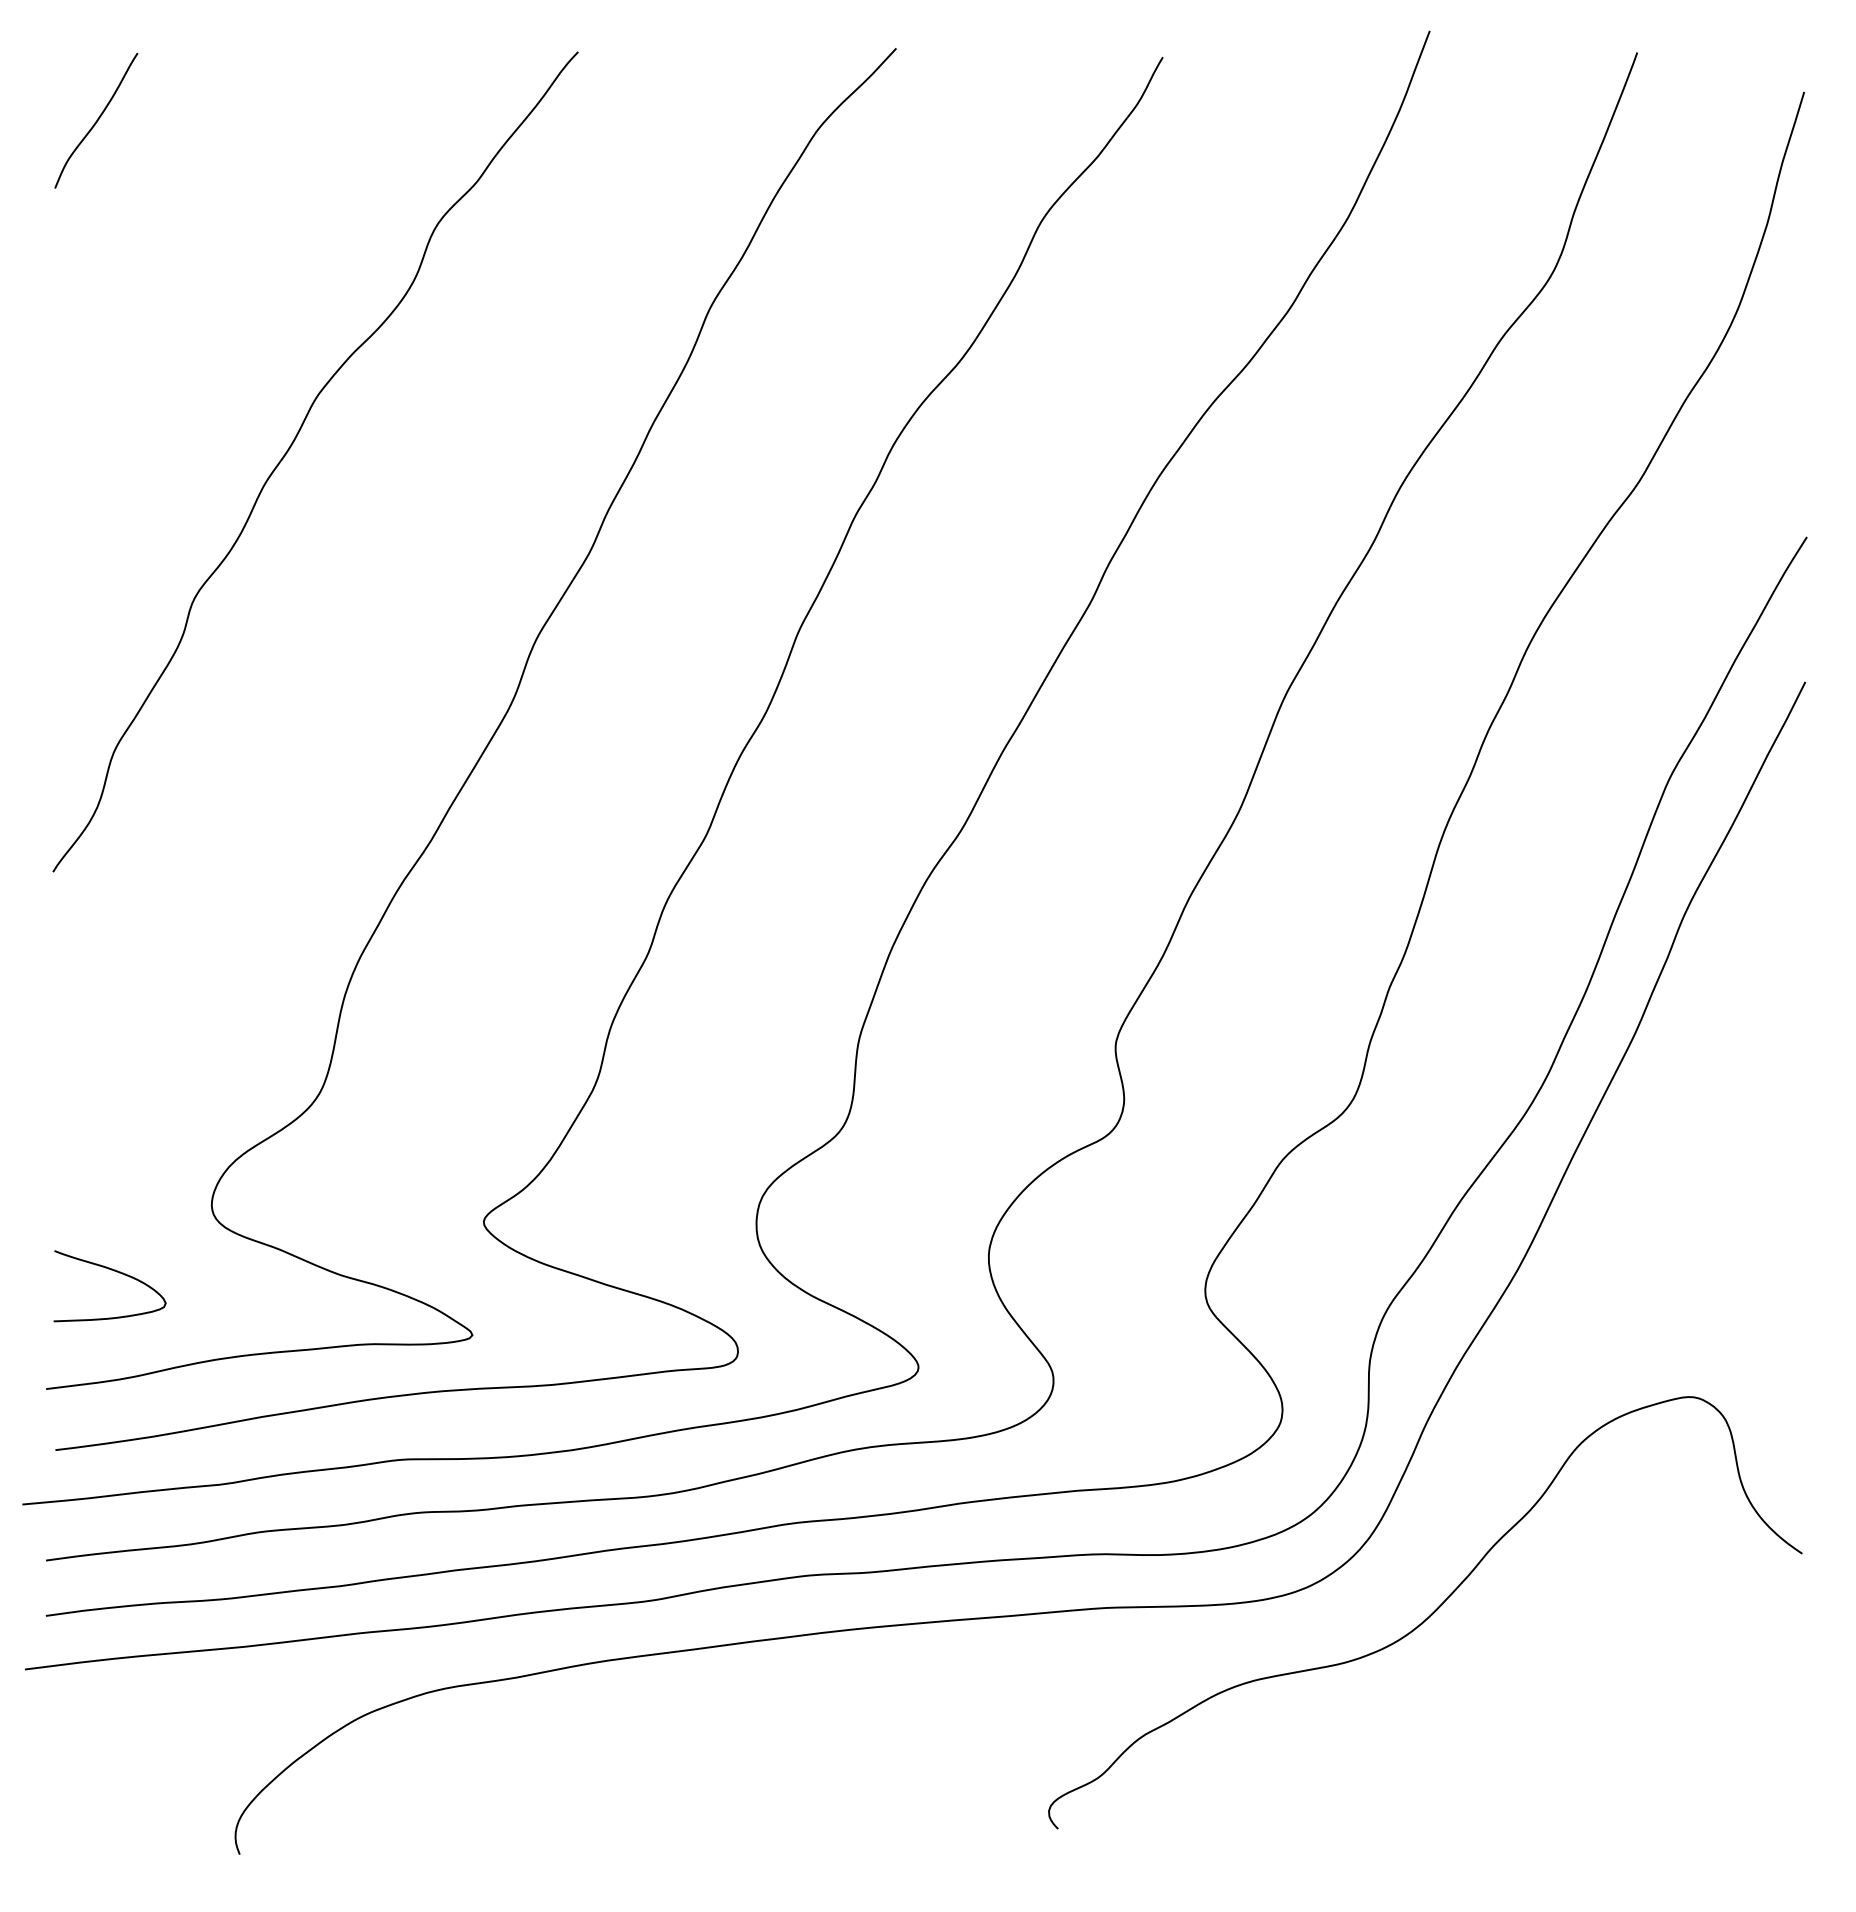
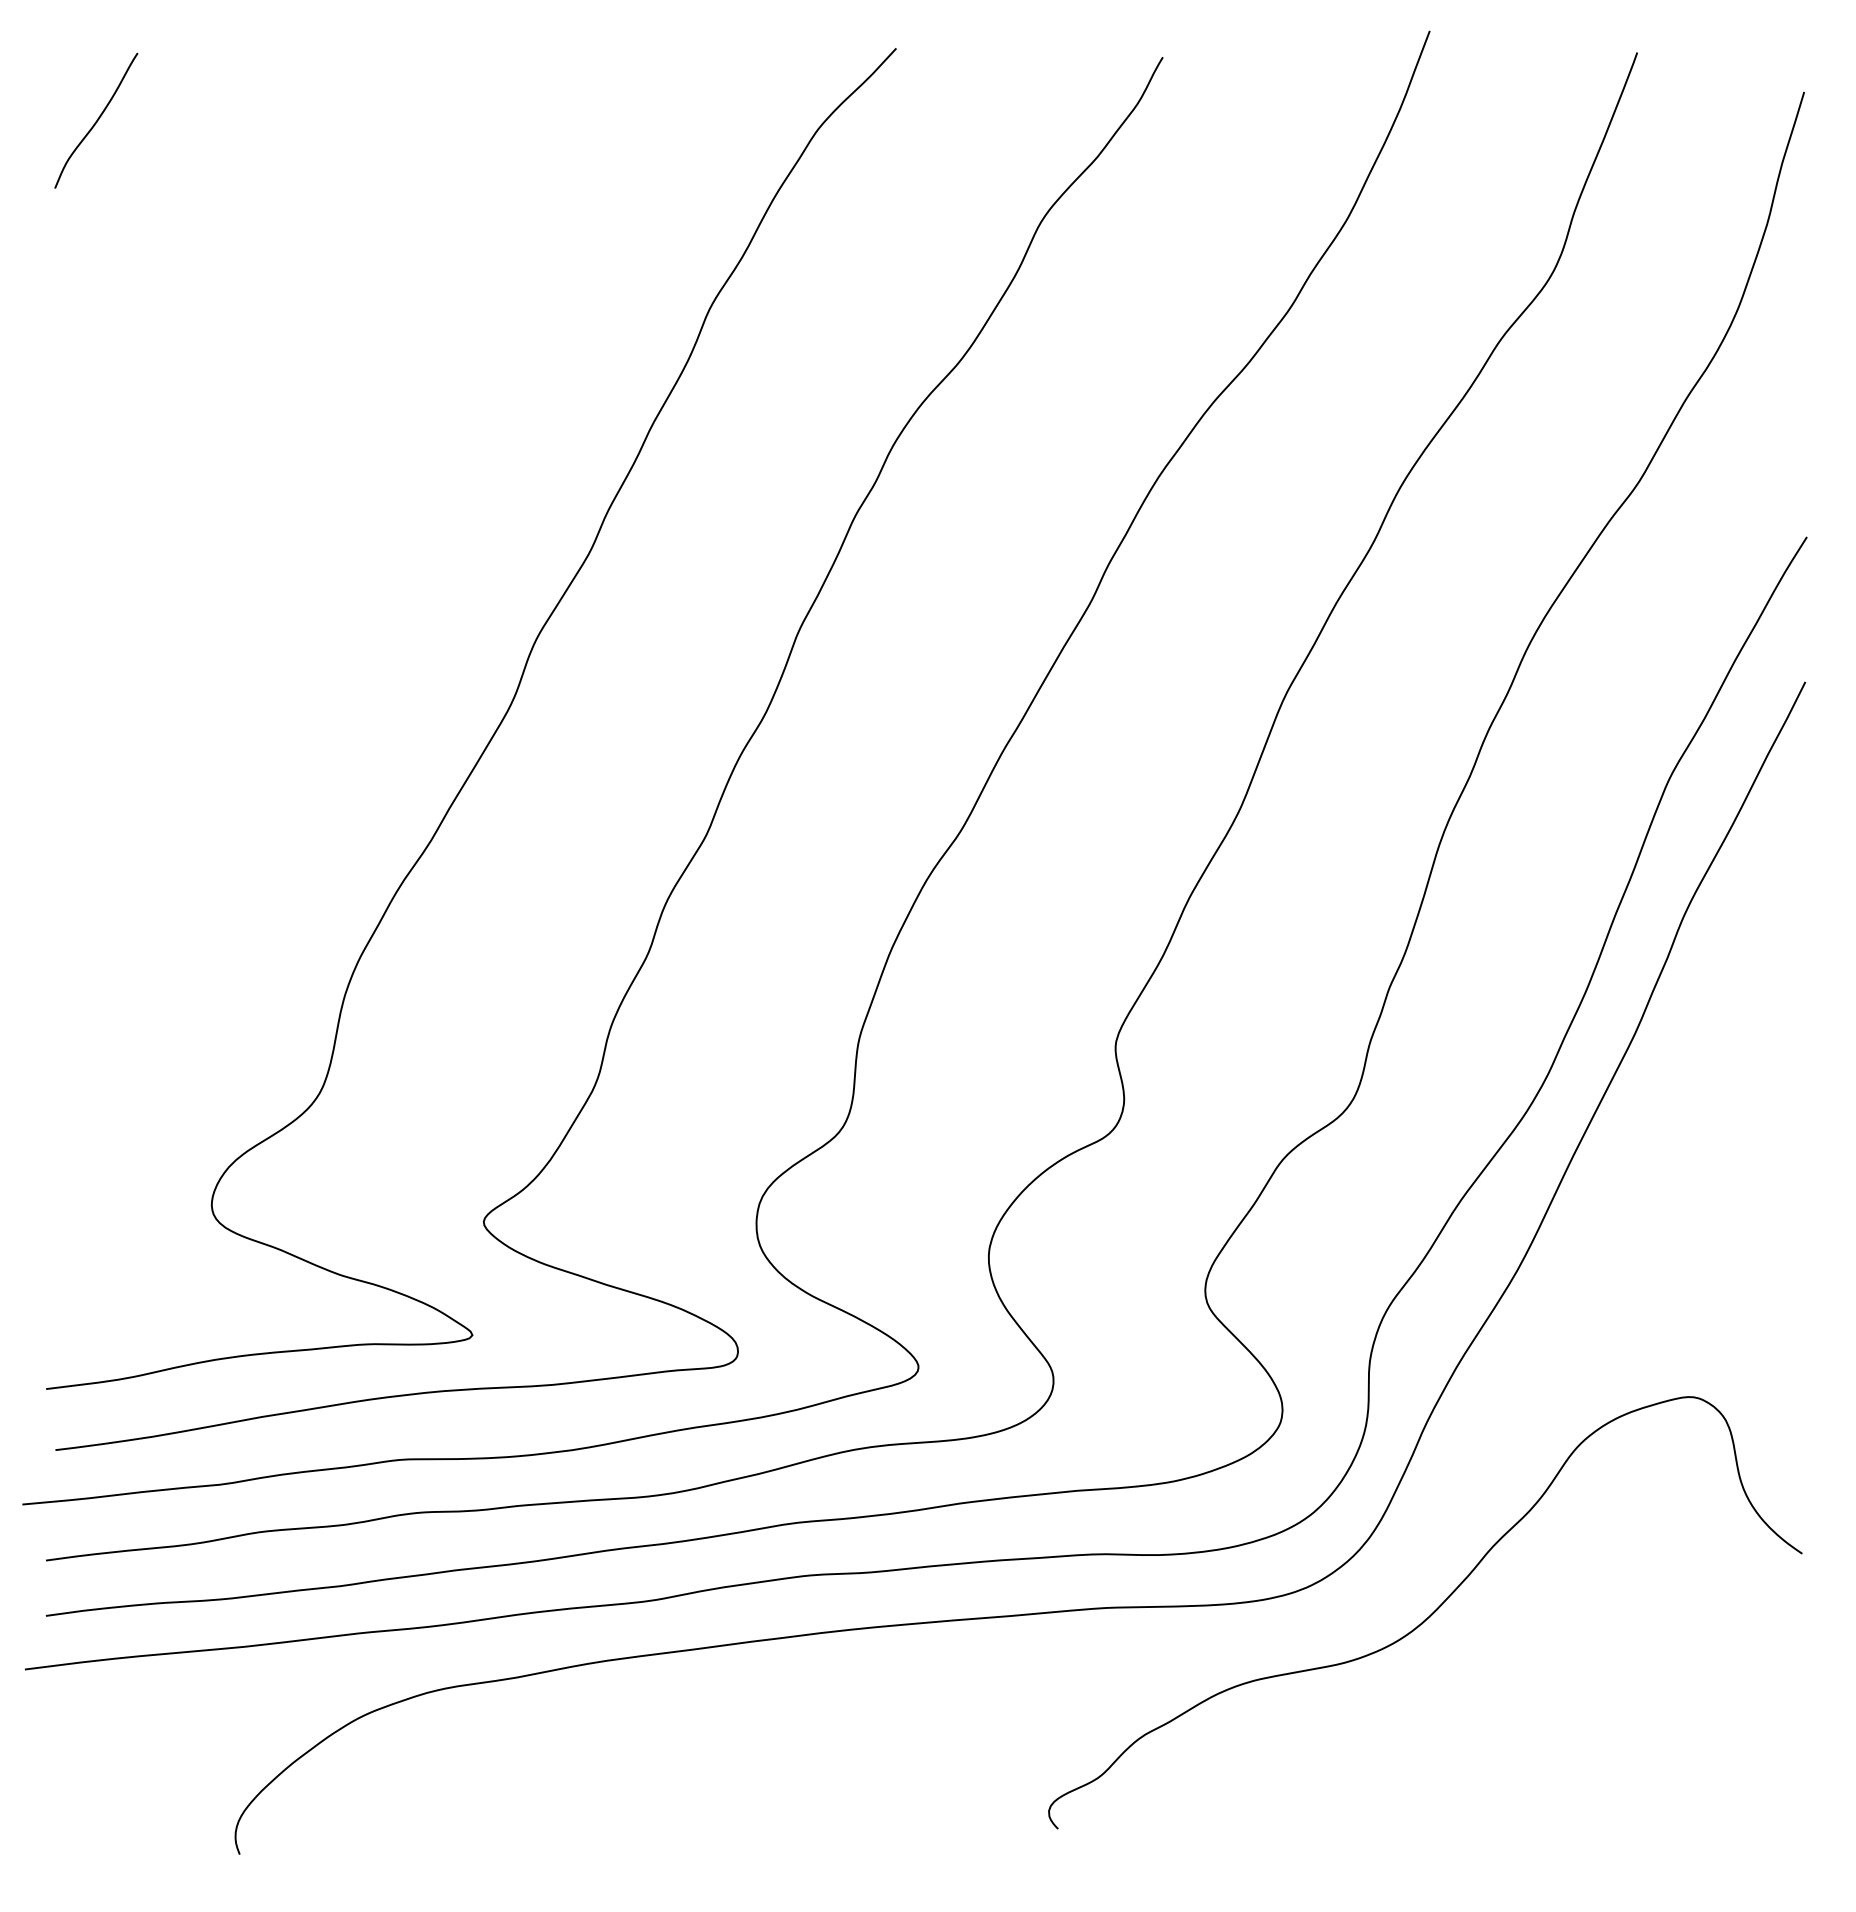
curve at (292, 445): present -> none
curve at (116, 1272): present -> none
